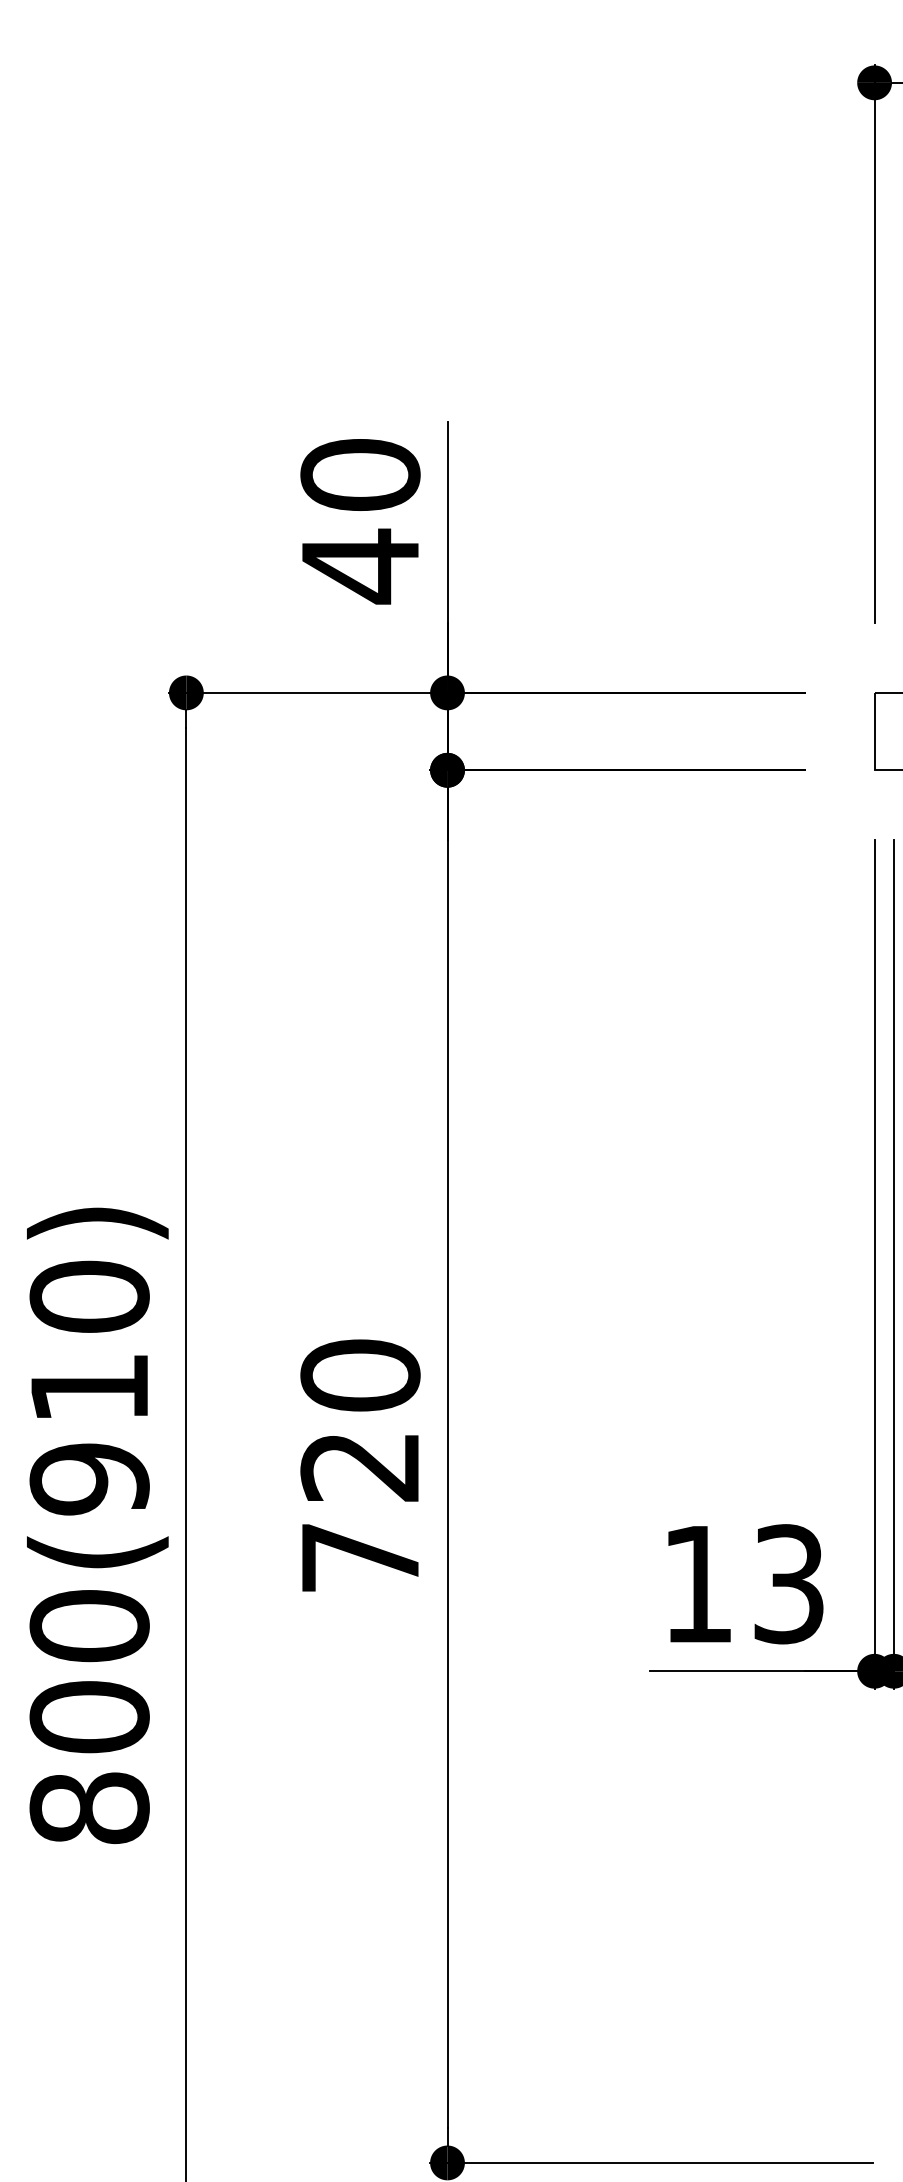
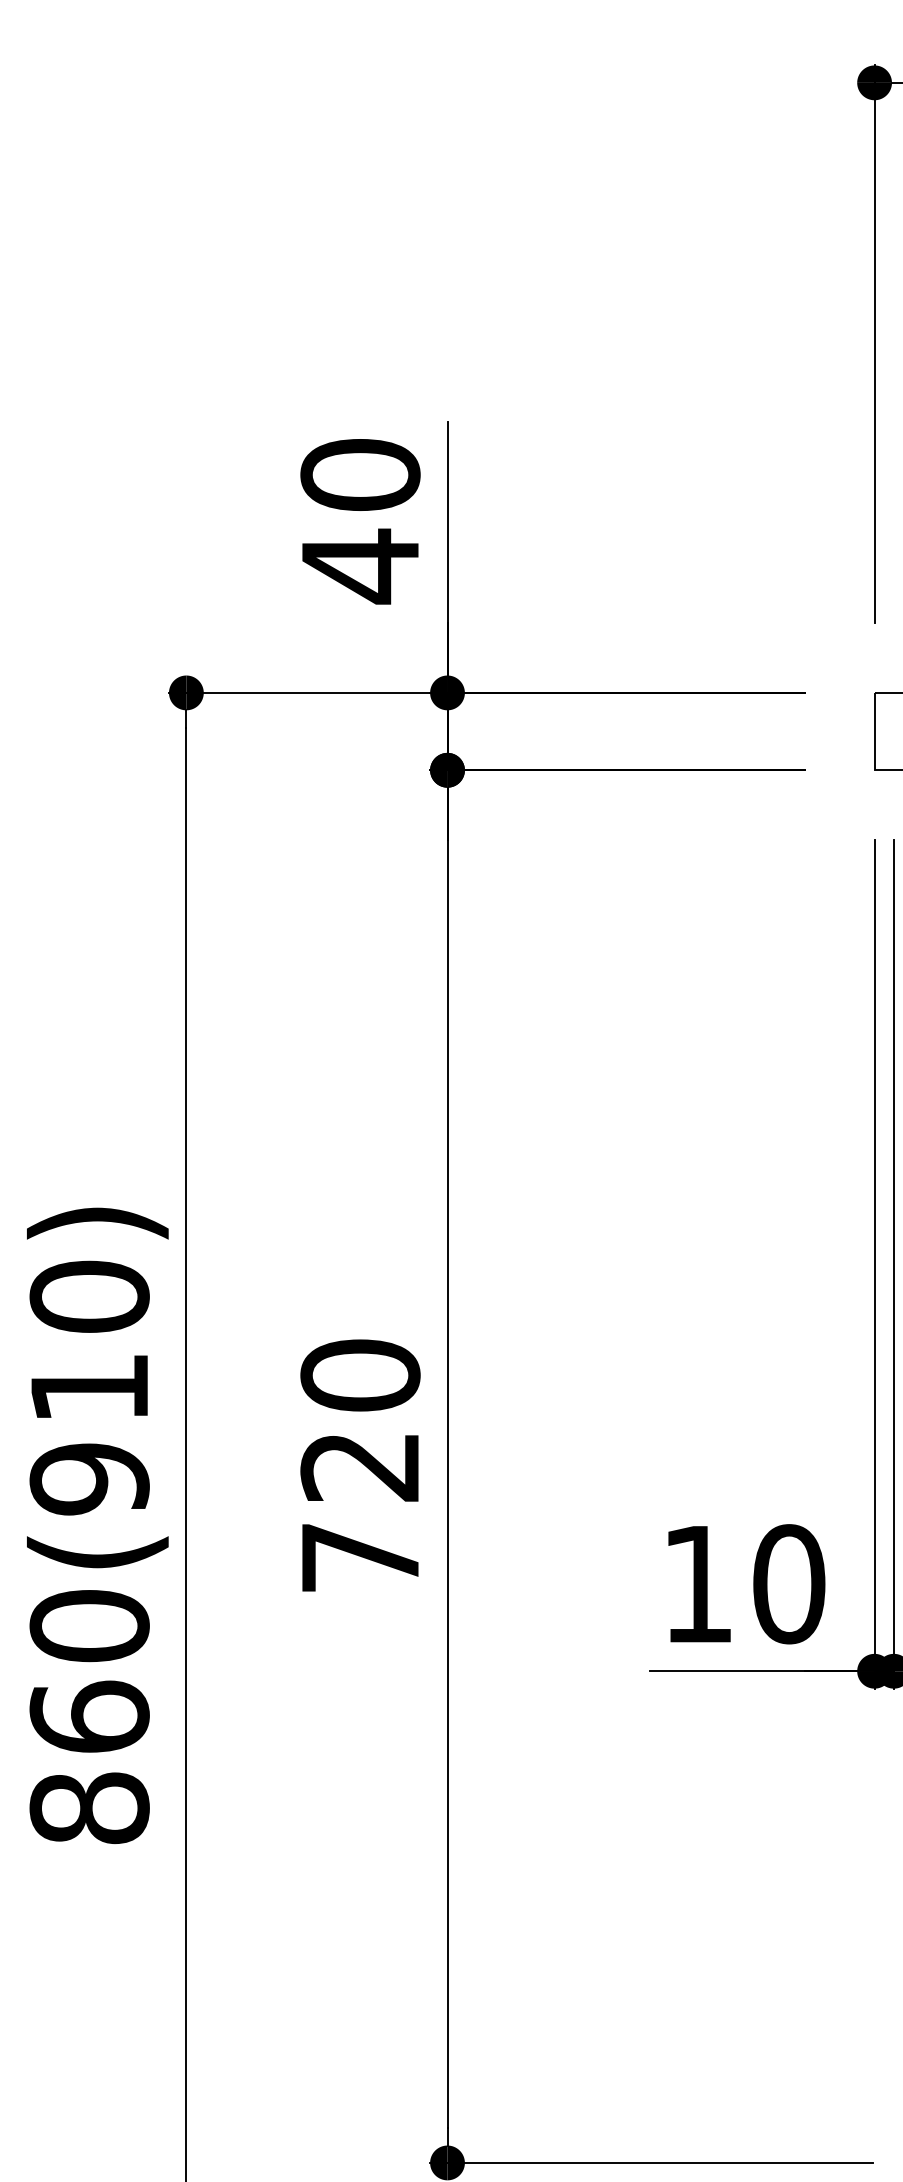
text at (789, 1584): 13 -> 10
text at (89, 1716): 800(910) -> 860(910)
